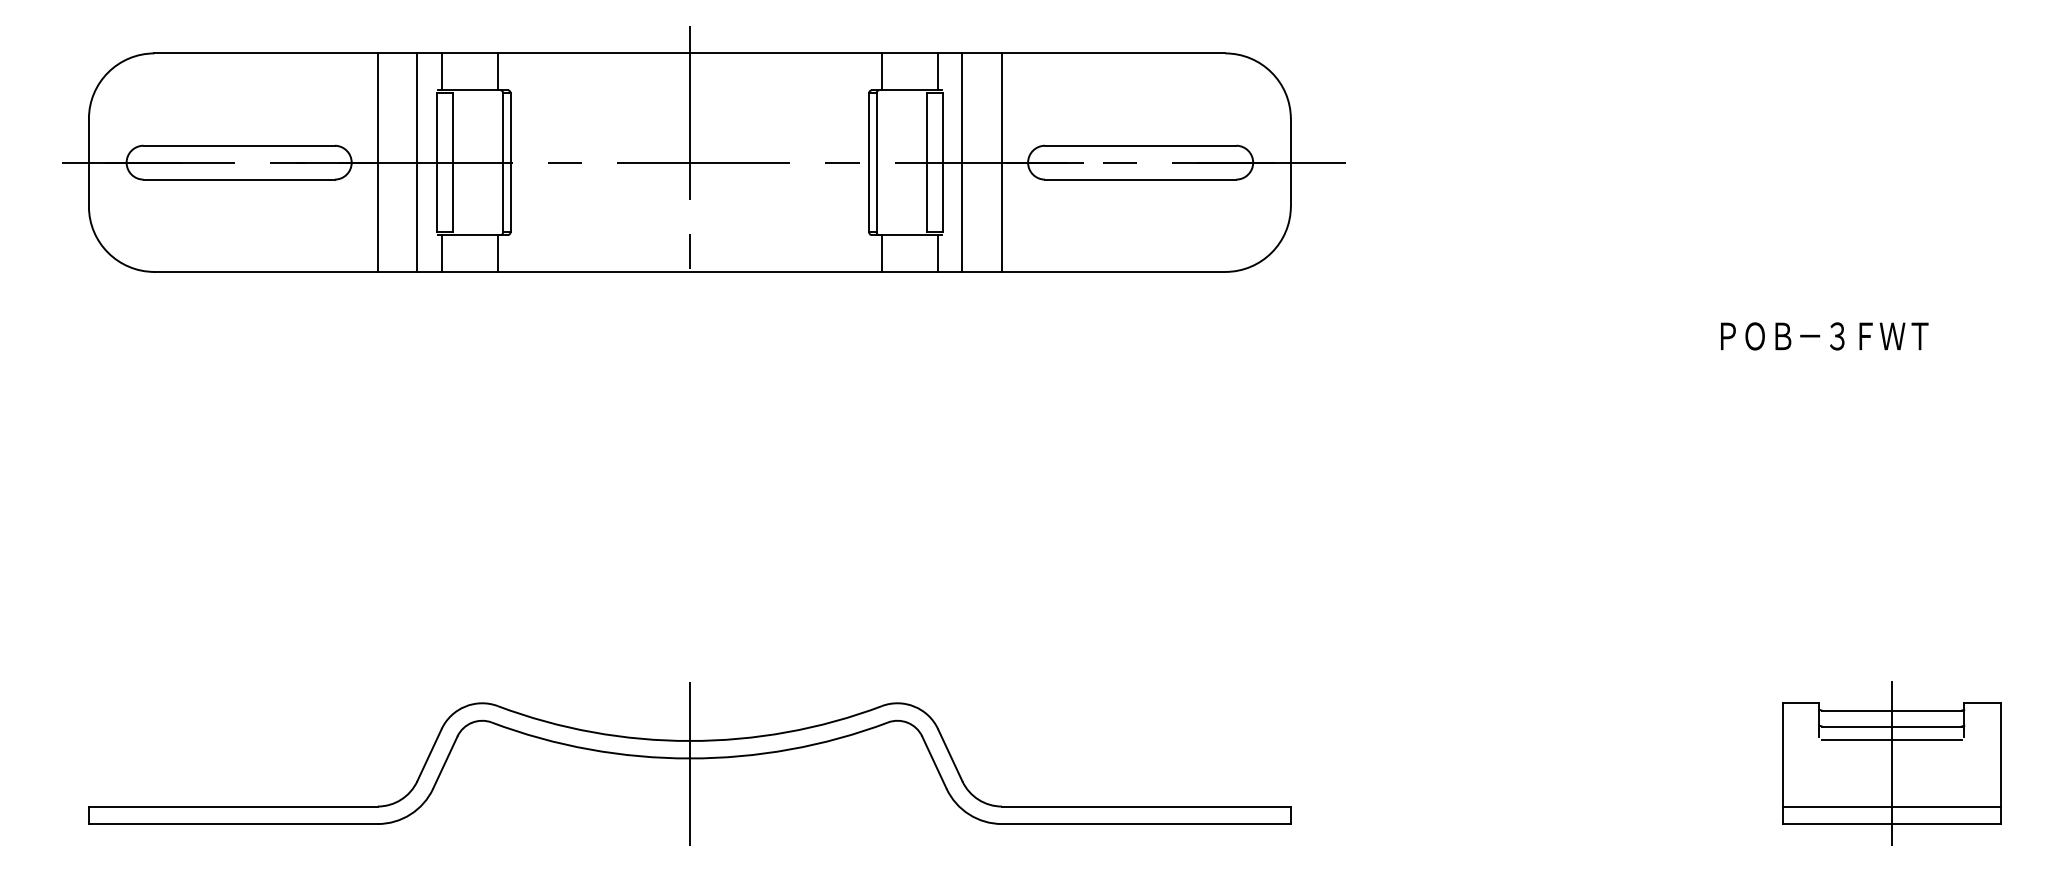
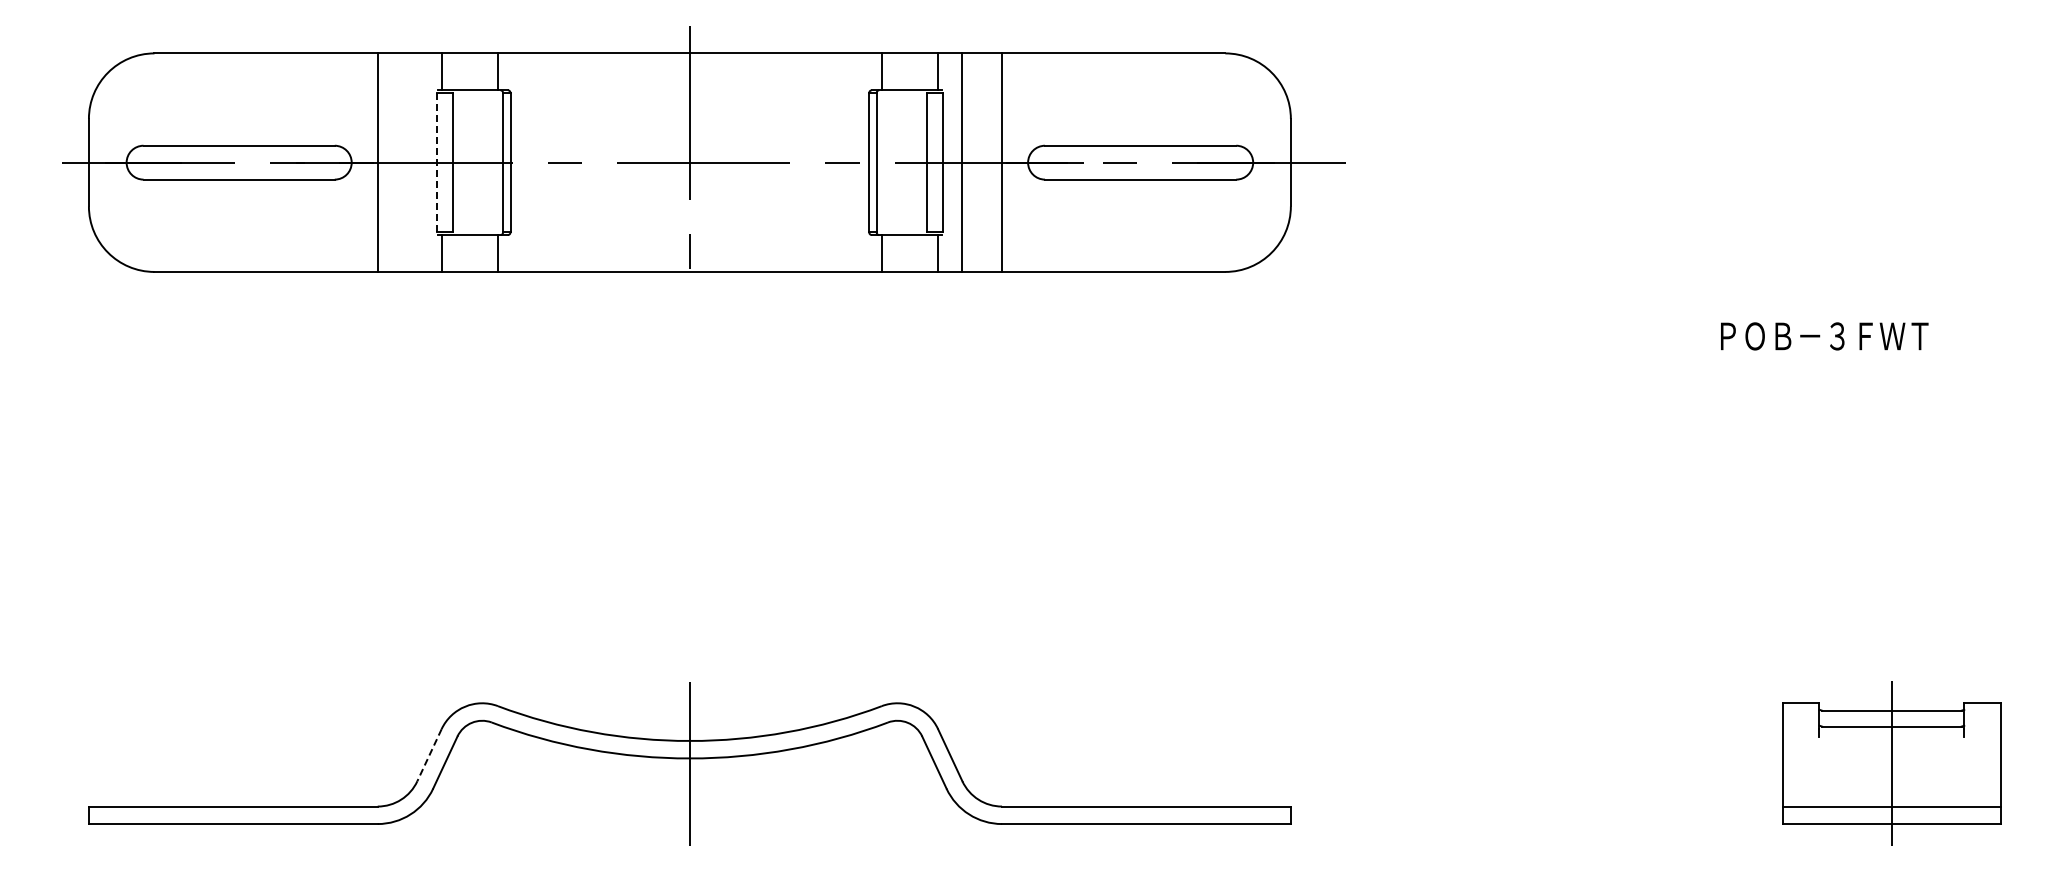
line at (417, 162): present -> none
line at (436, 162): solid -> dashed
line at (1891, 739): present -> none
line at (429, 755): solid -> dashed
